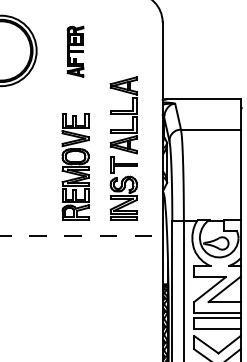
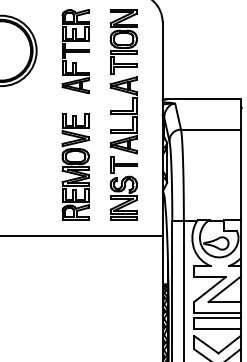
part at (123, 41): none -> present
part at (75, 51) size: 19x53 px -> 29x86 px
line at (81, 235): dashed -> solid
